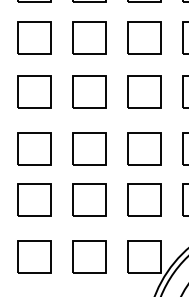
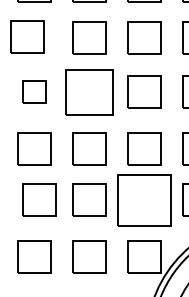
part at (34, 37) position: (34, 37) -> (27, 36)
part at (34, 91) size: 35x34 px -> 25x24 px
part at (89, 91) size: 35x34 px -> 49x47 px
part at (34, 199) position: (34, 199) -> (39, 199)
part at (144, 199) size: 35x34 px -> 55x53 px
